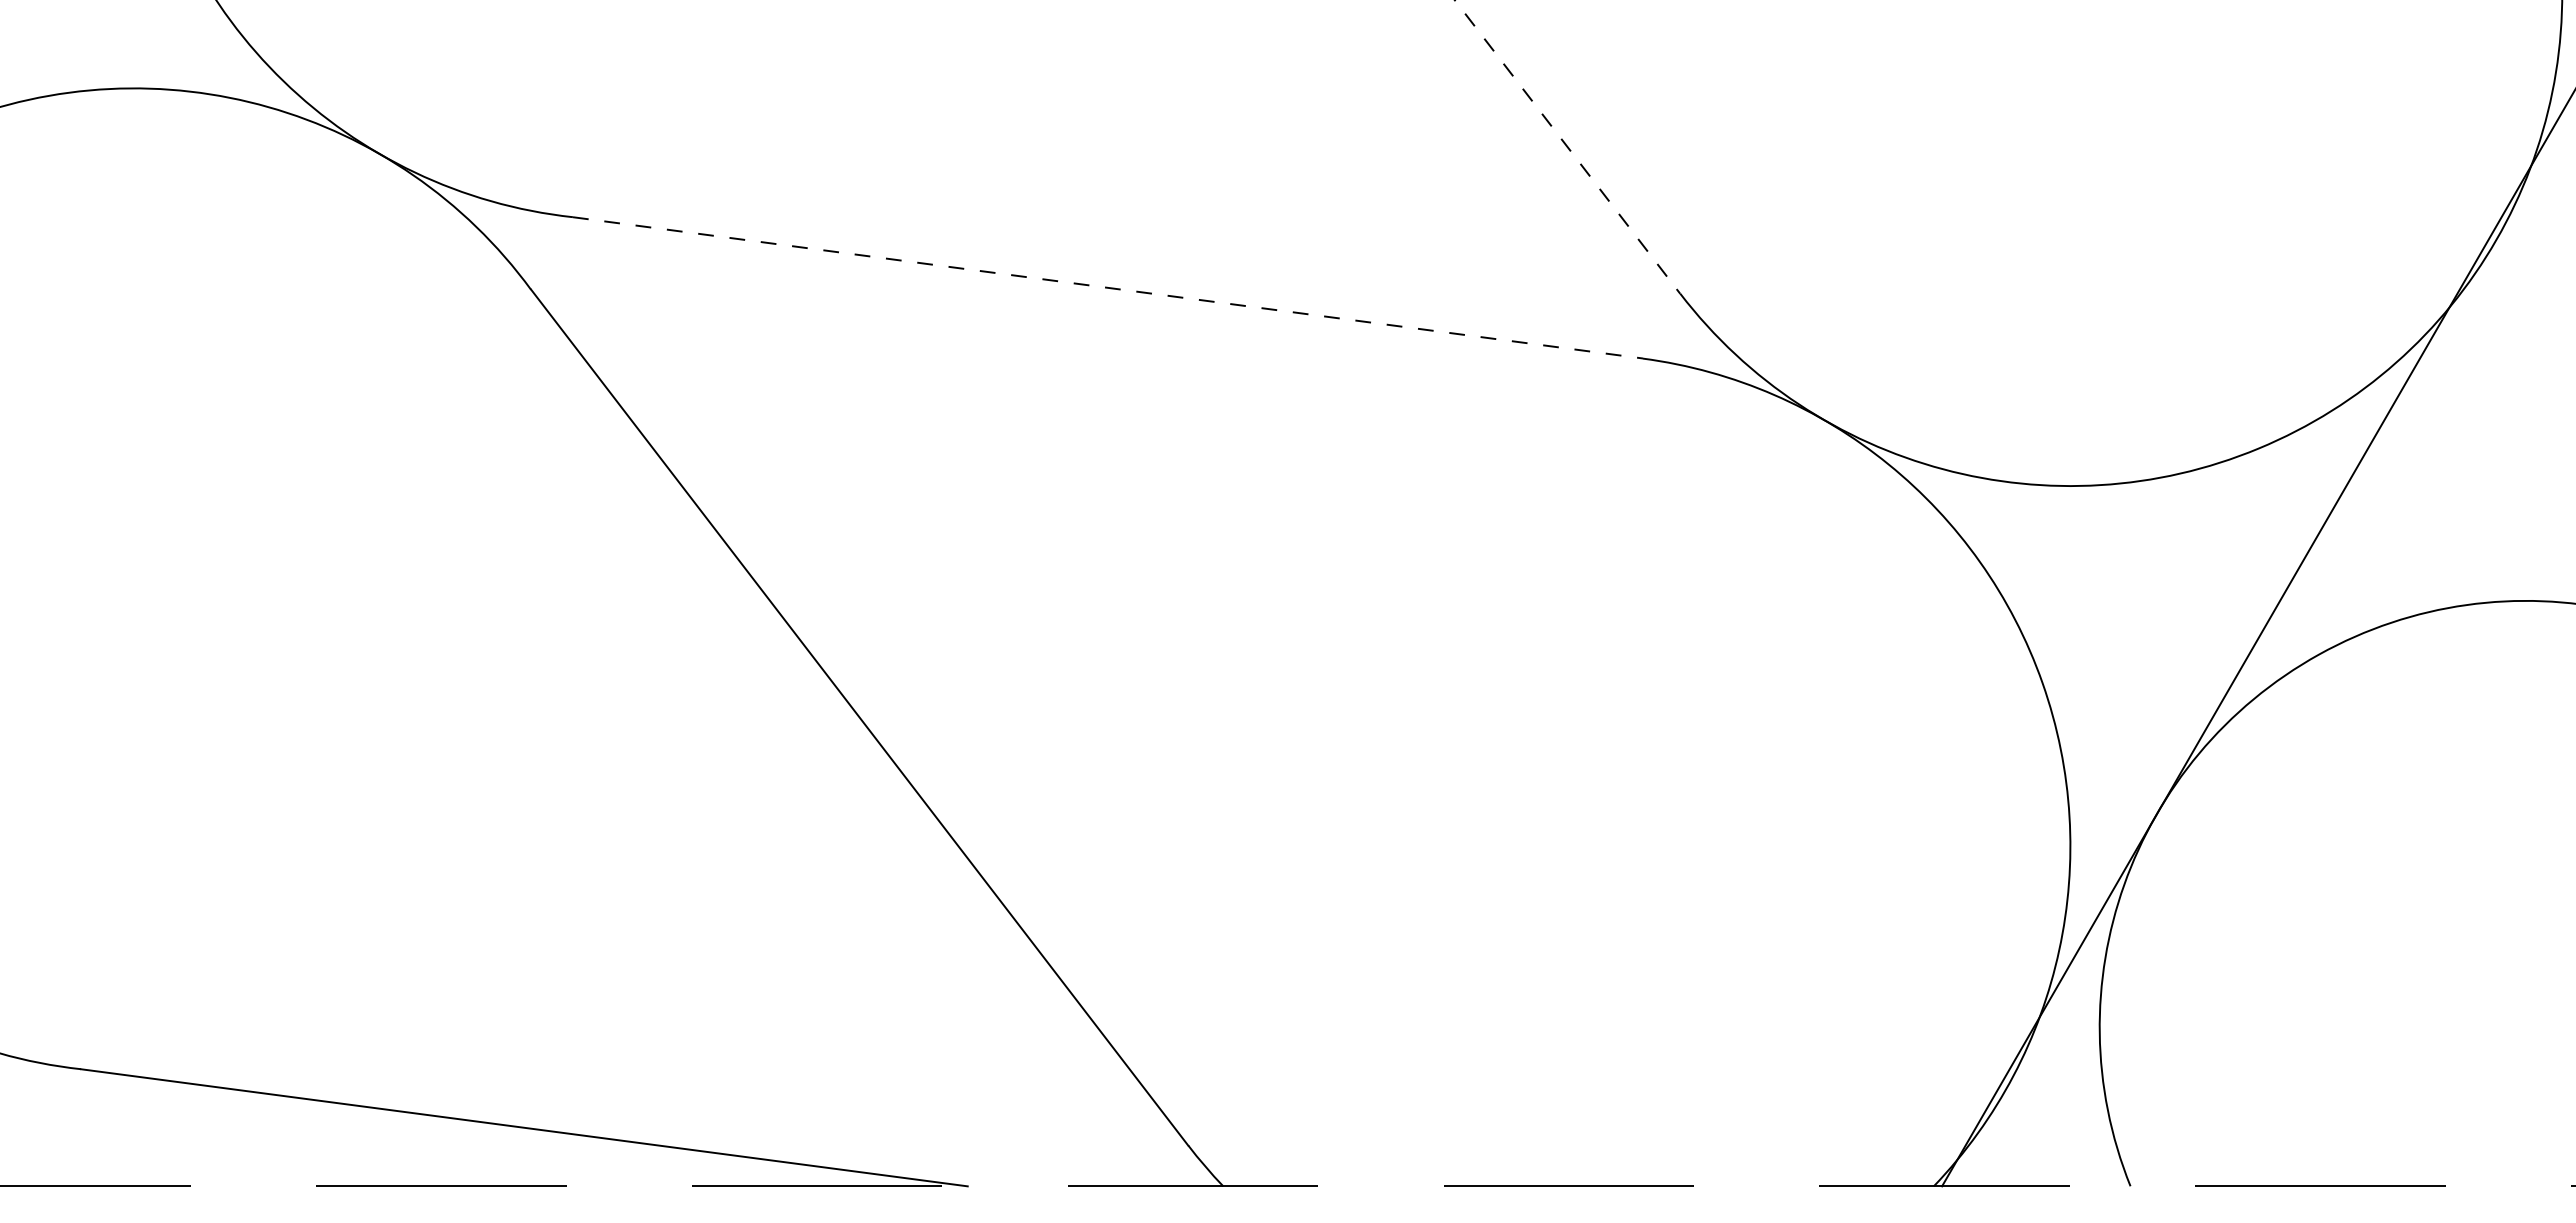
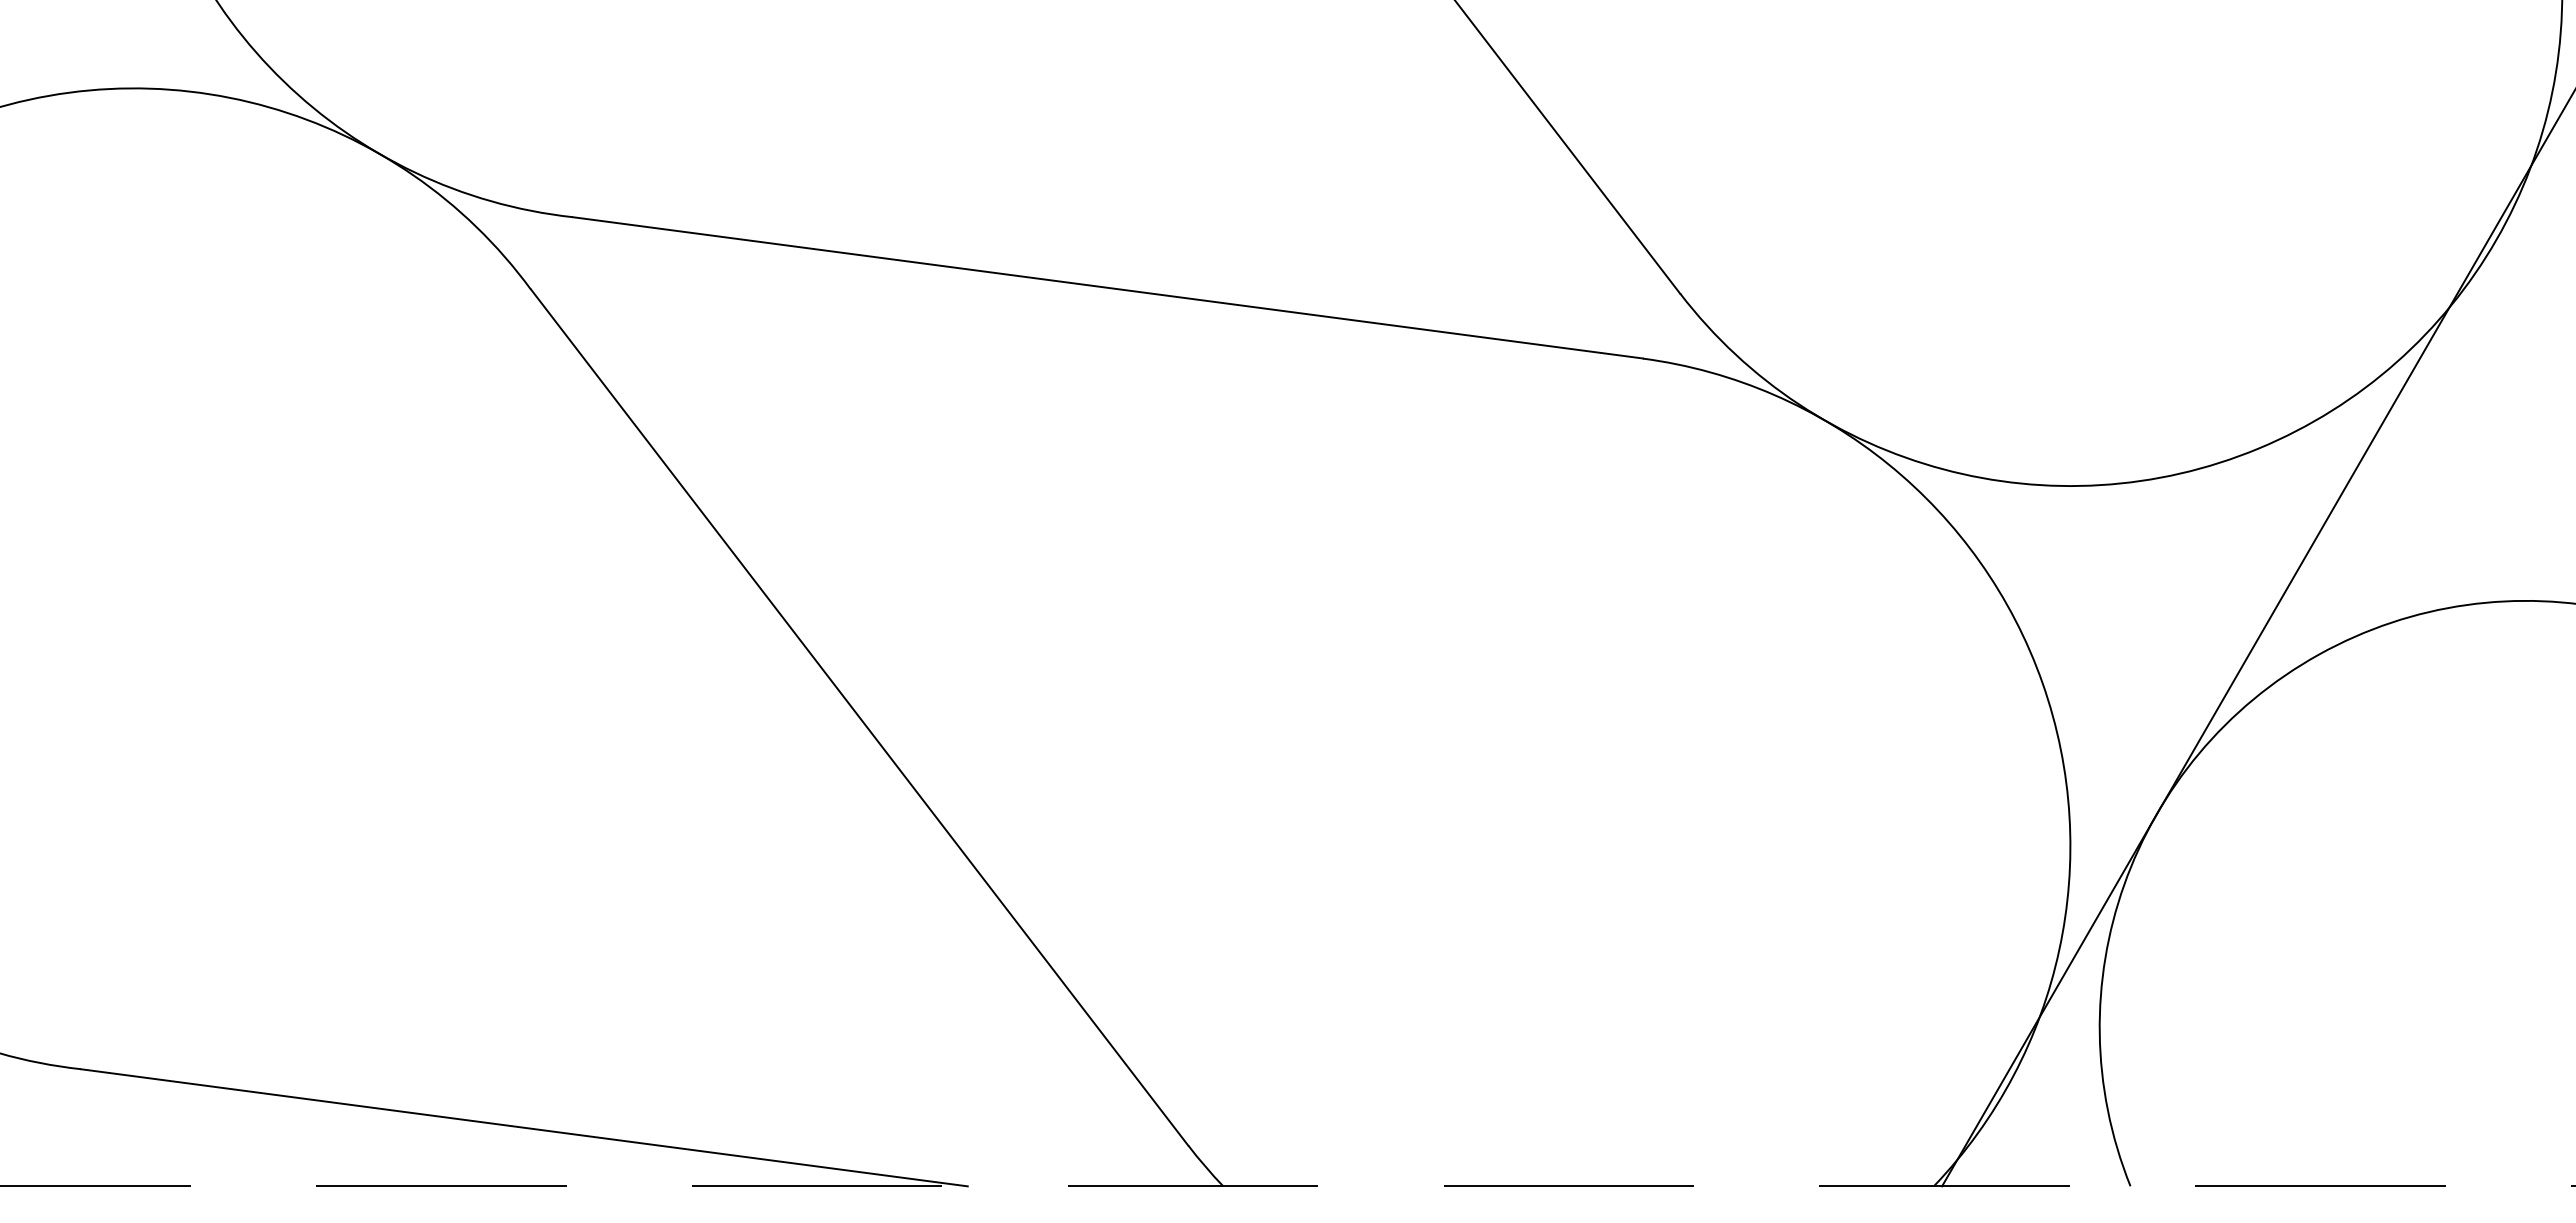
line at (1567, 147): dashed -> solid
line at (1107, 287): dashed -> solid
